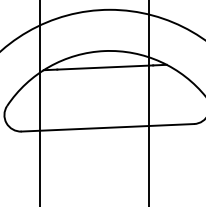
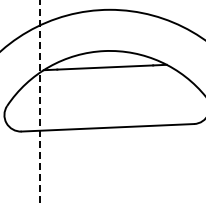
line at (149, 102): present -> none
line at (39, 103): solid -> dashed
